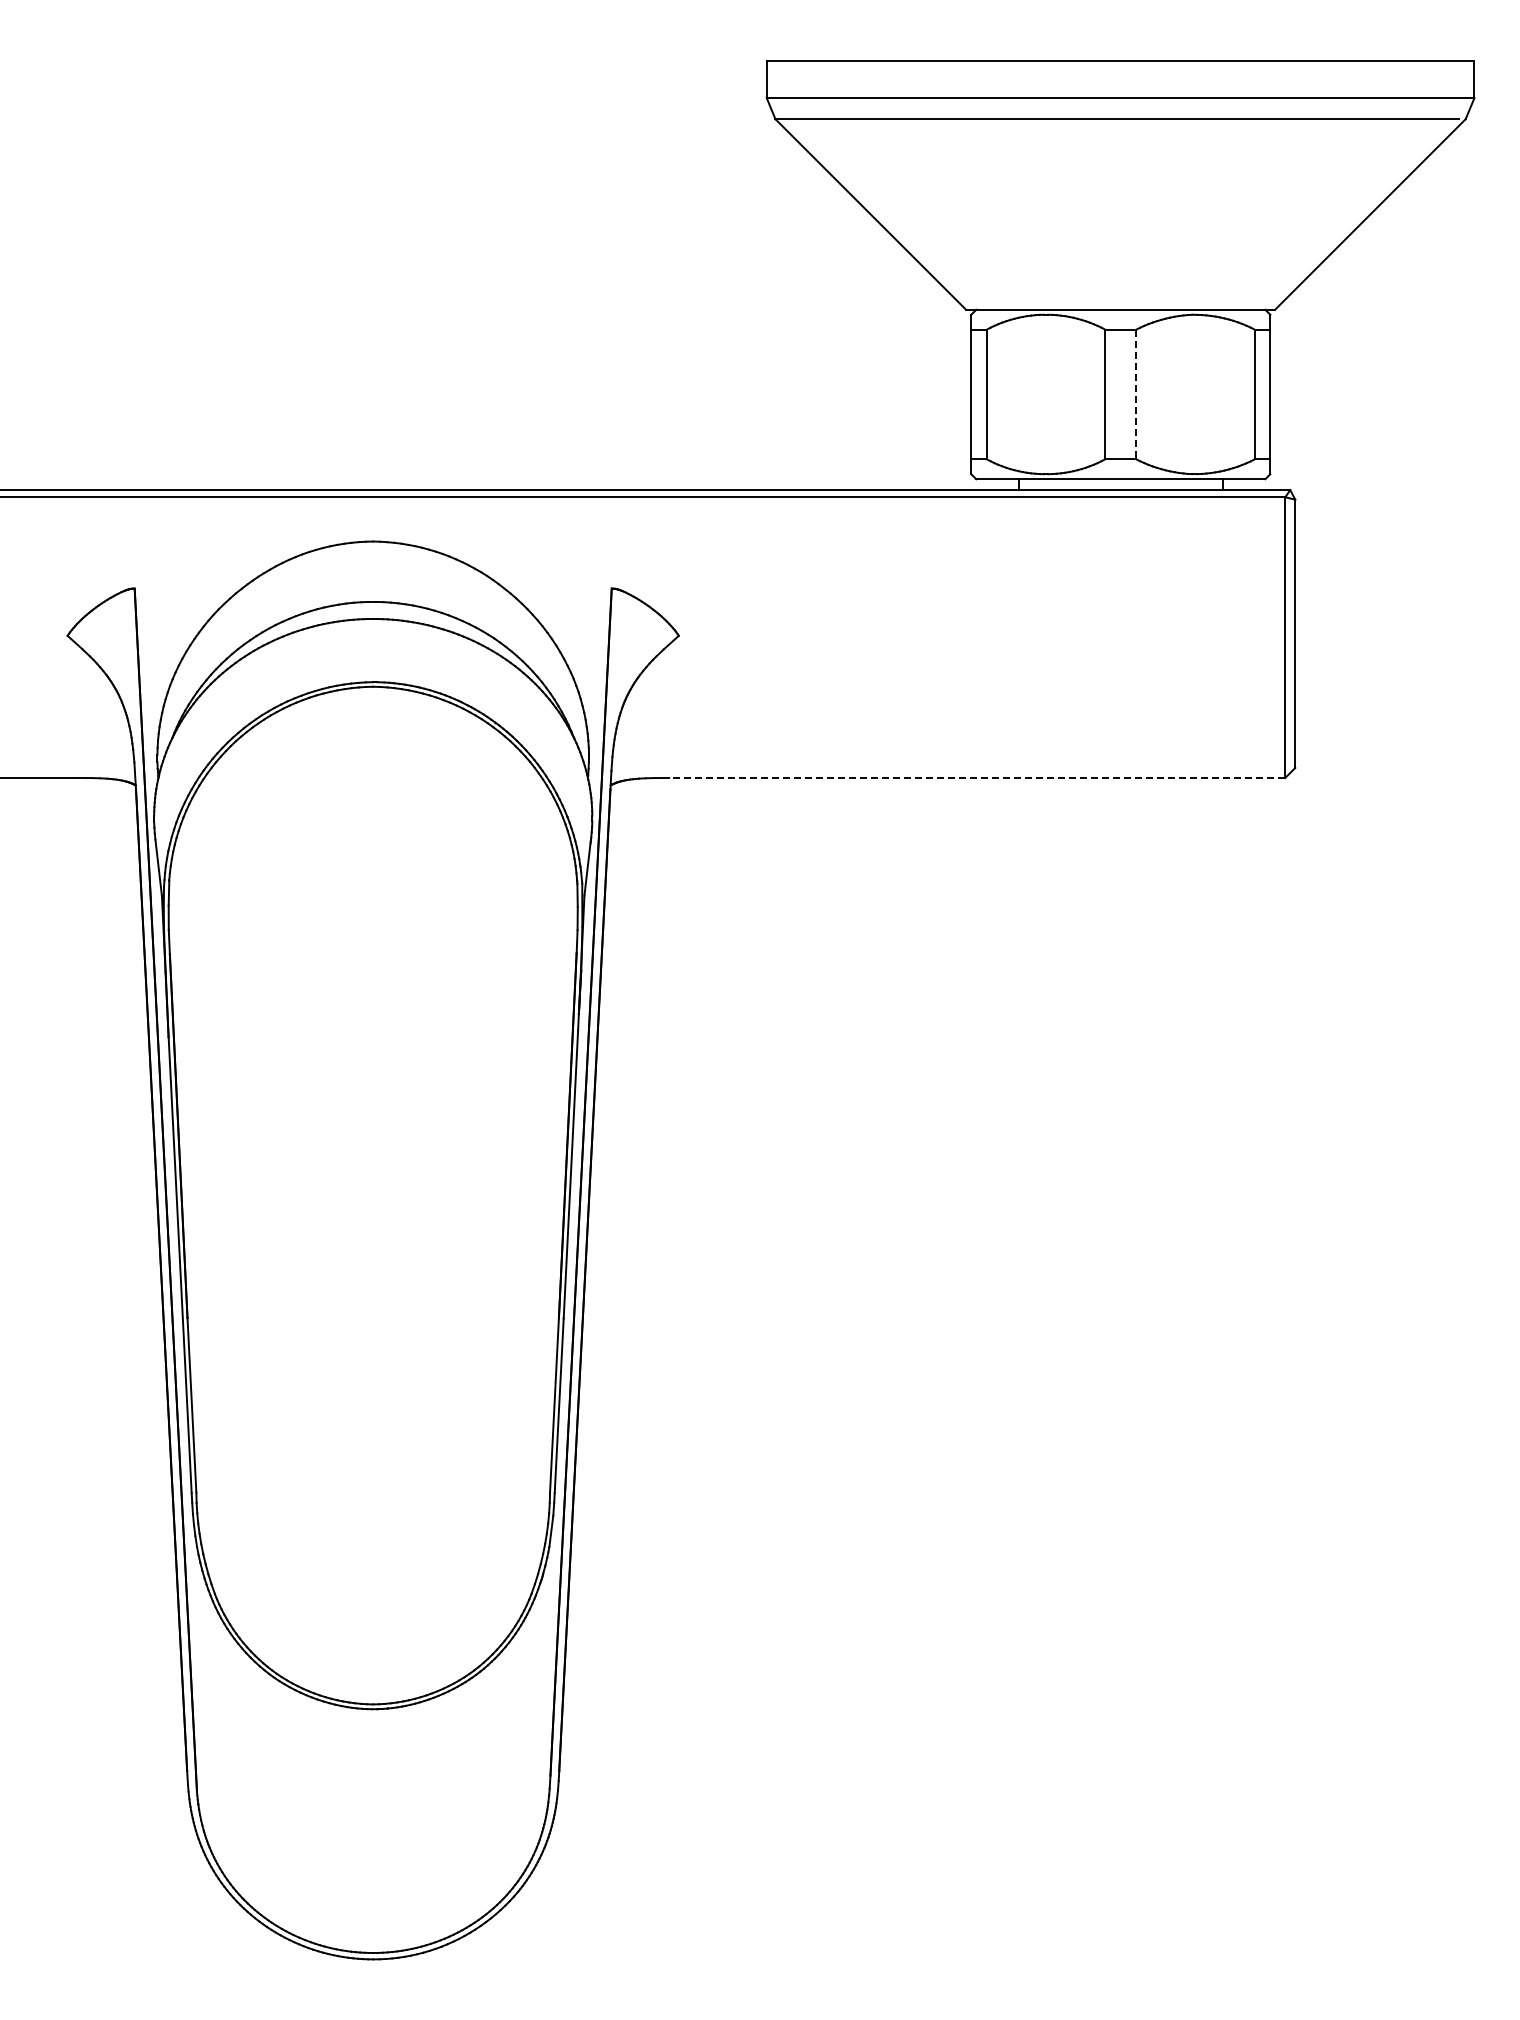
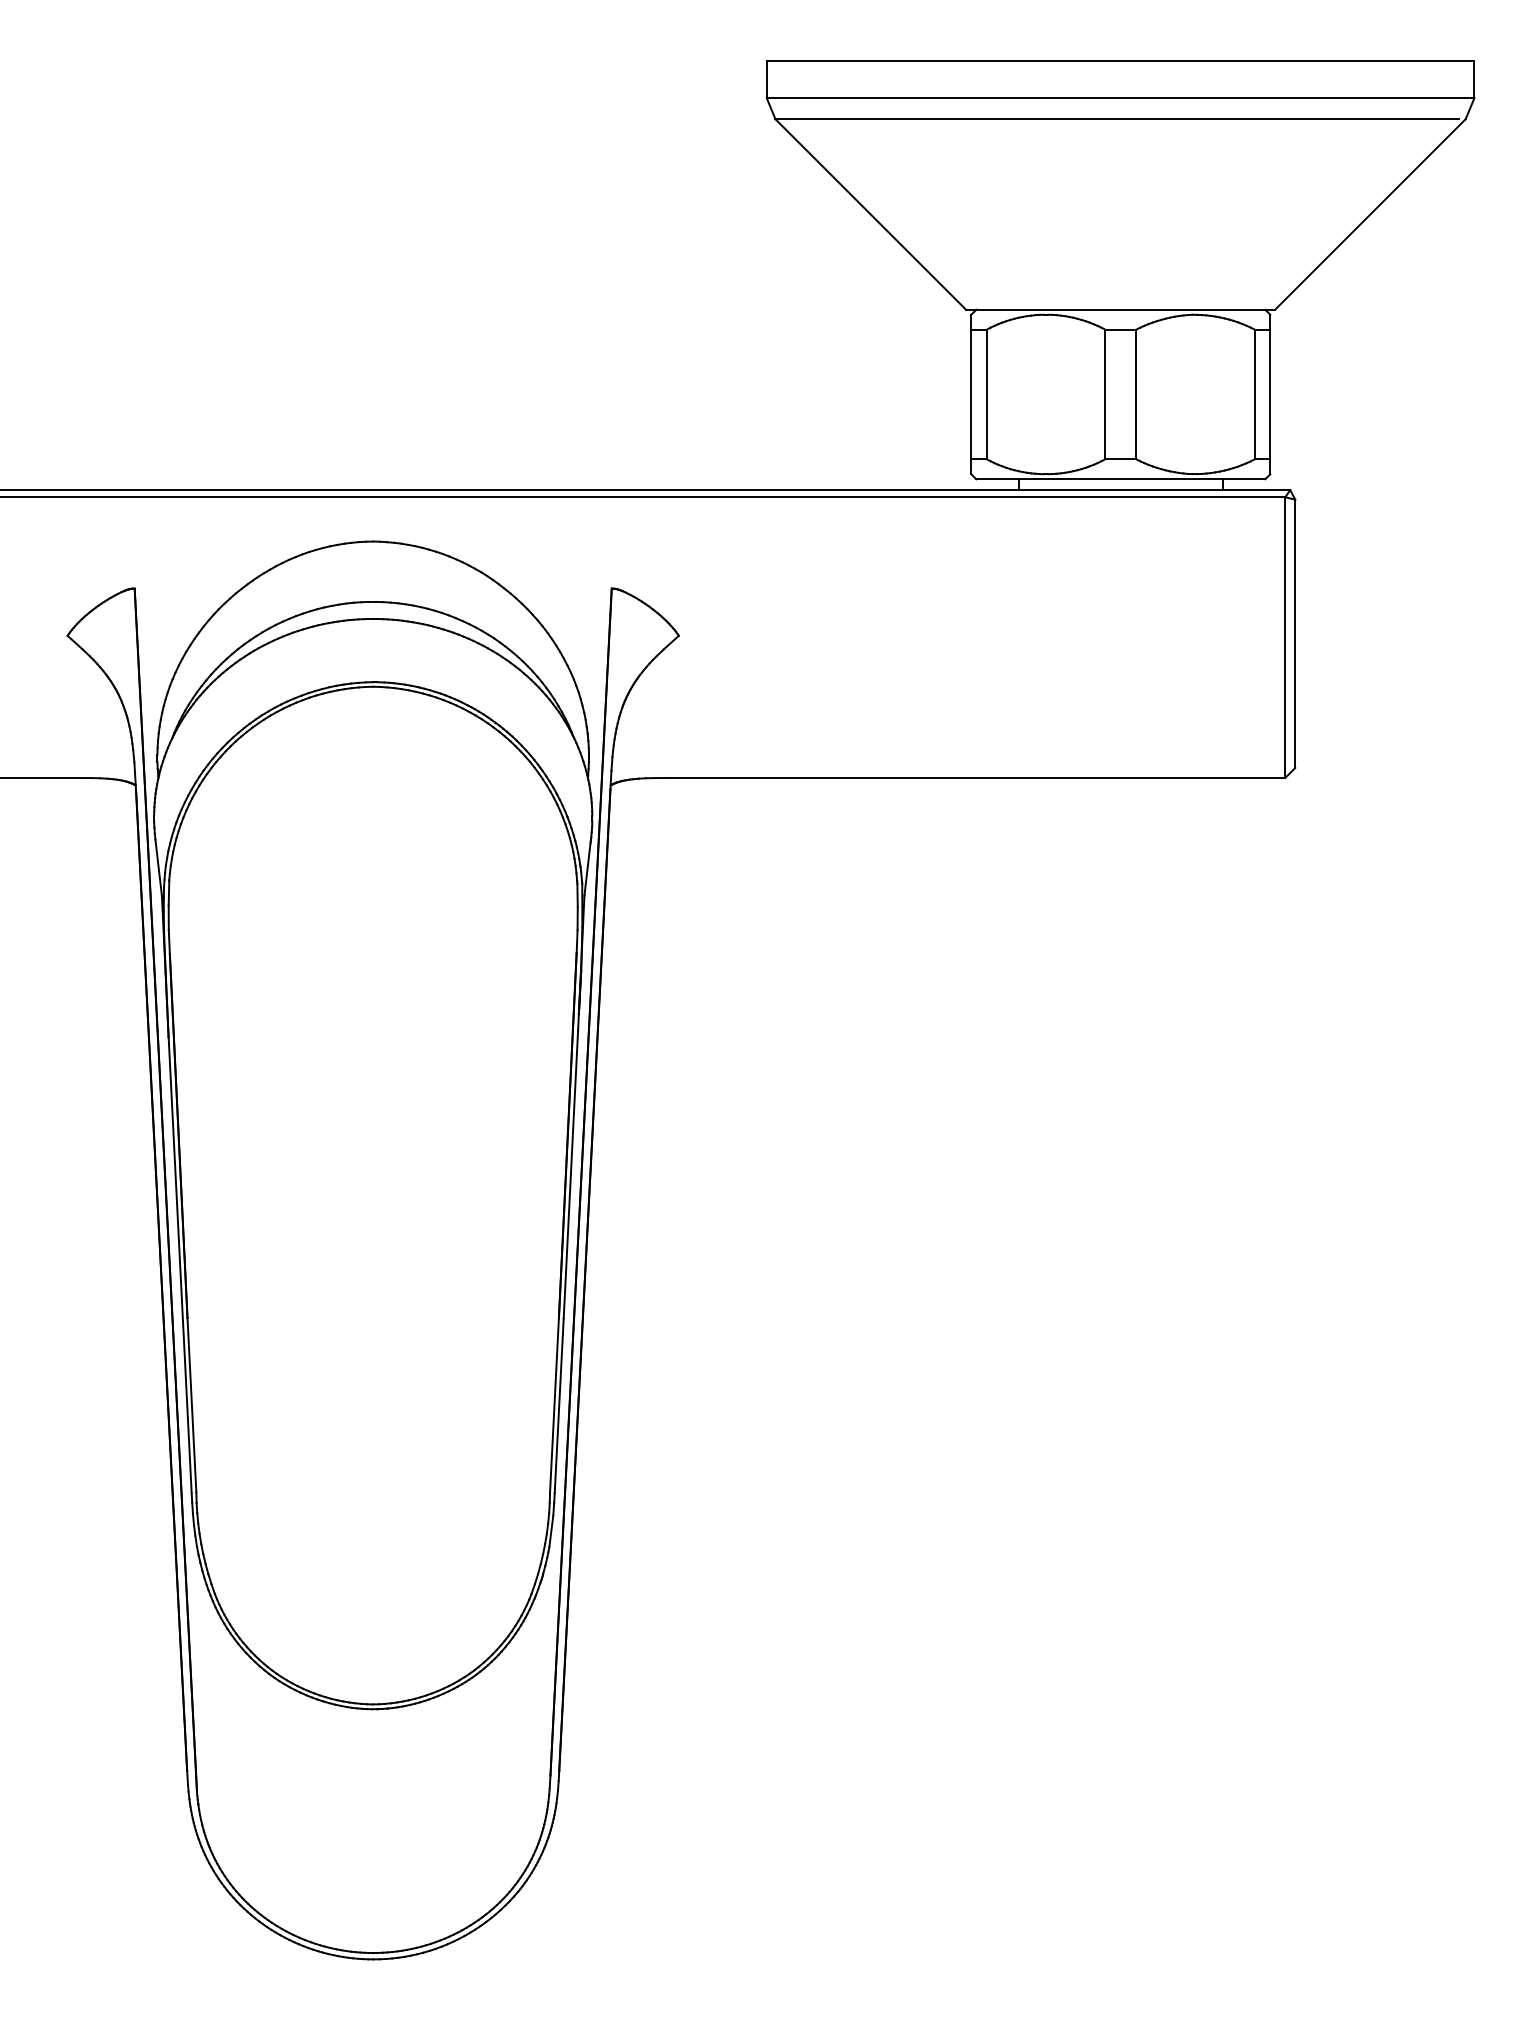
line at (1136, 394): dashed -> solid
line at (976, 777): dashed -> solid
